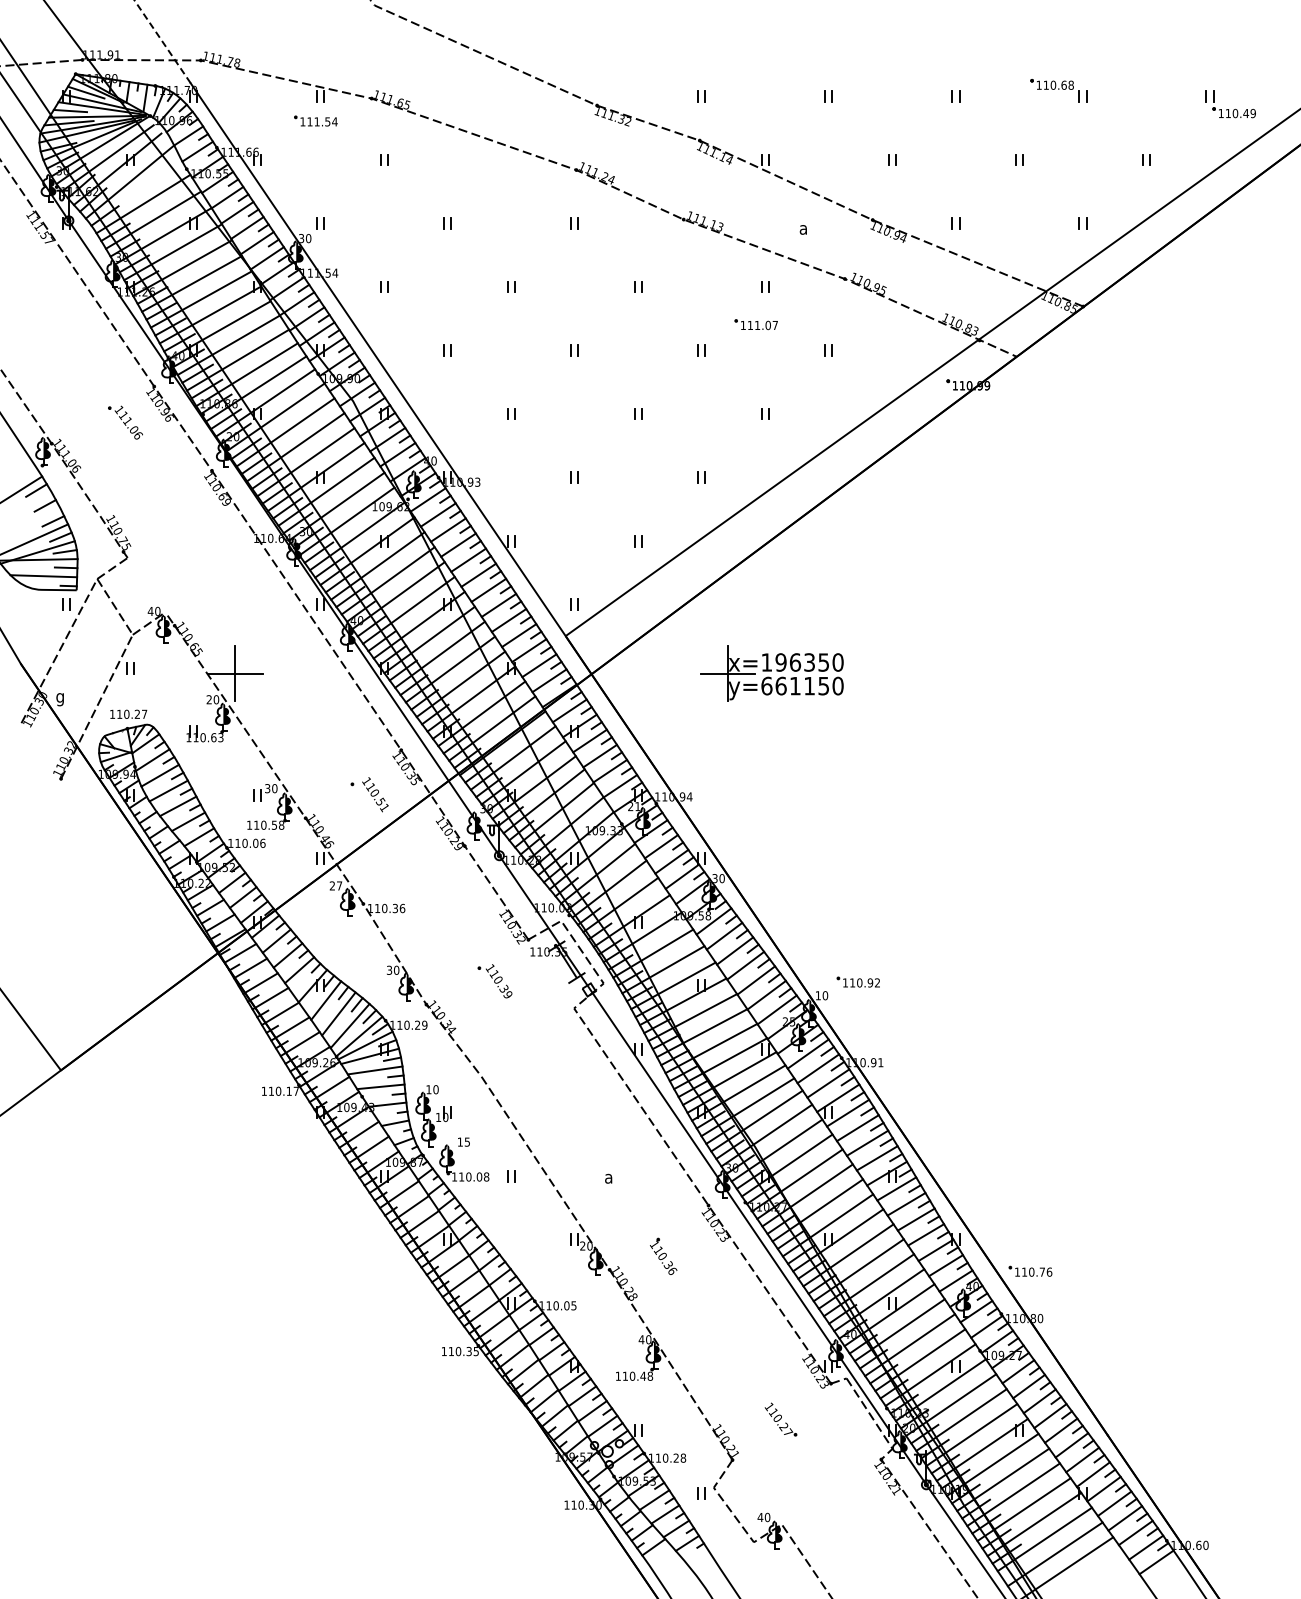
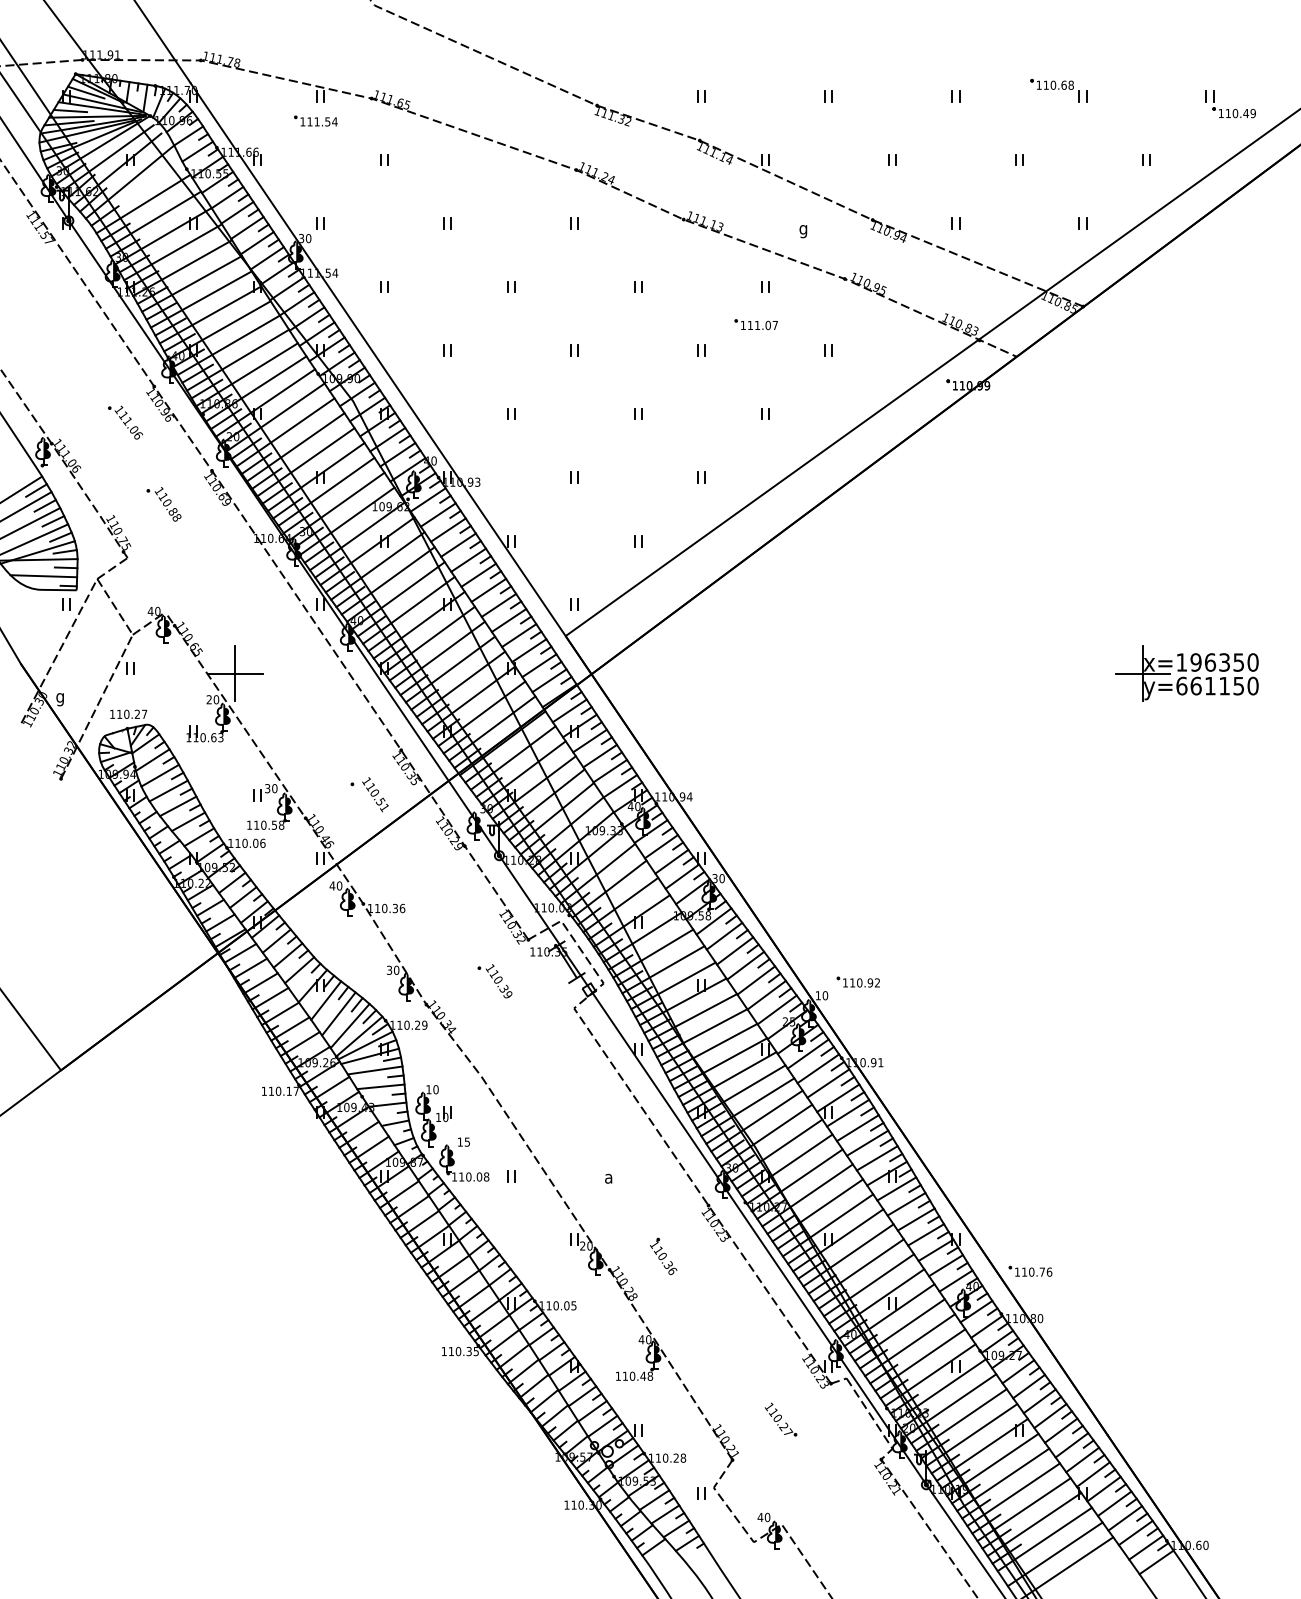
line at (162, 41): dashed -> solid
text at (803, 231): a -> g
part at (163, 504): none -> present
line at (26, 506): none -> present
line at (31, 522): none -> present
part at (771, 673) position: (771, 673) -> (1186, 673)
text at (633, 806): 21 -> 40
text at (335, 885): 27 -> 40
